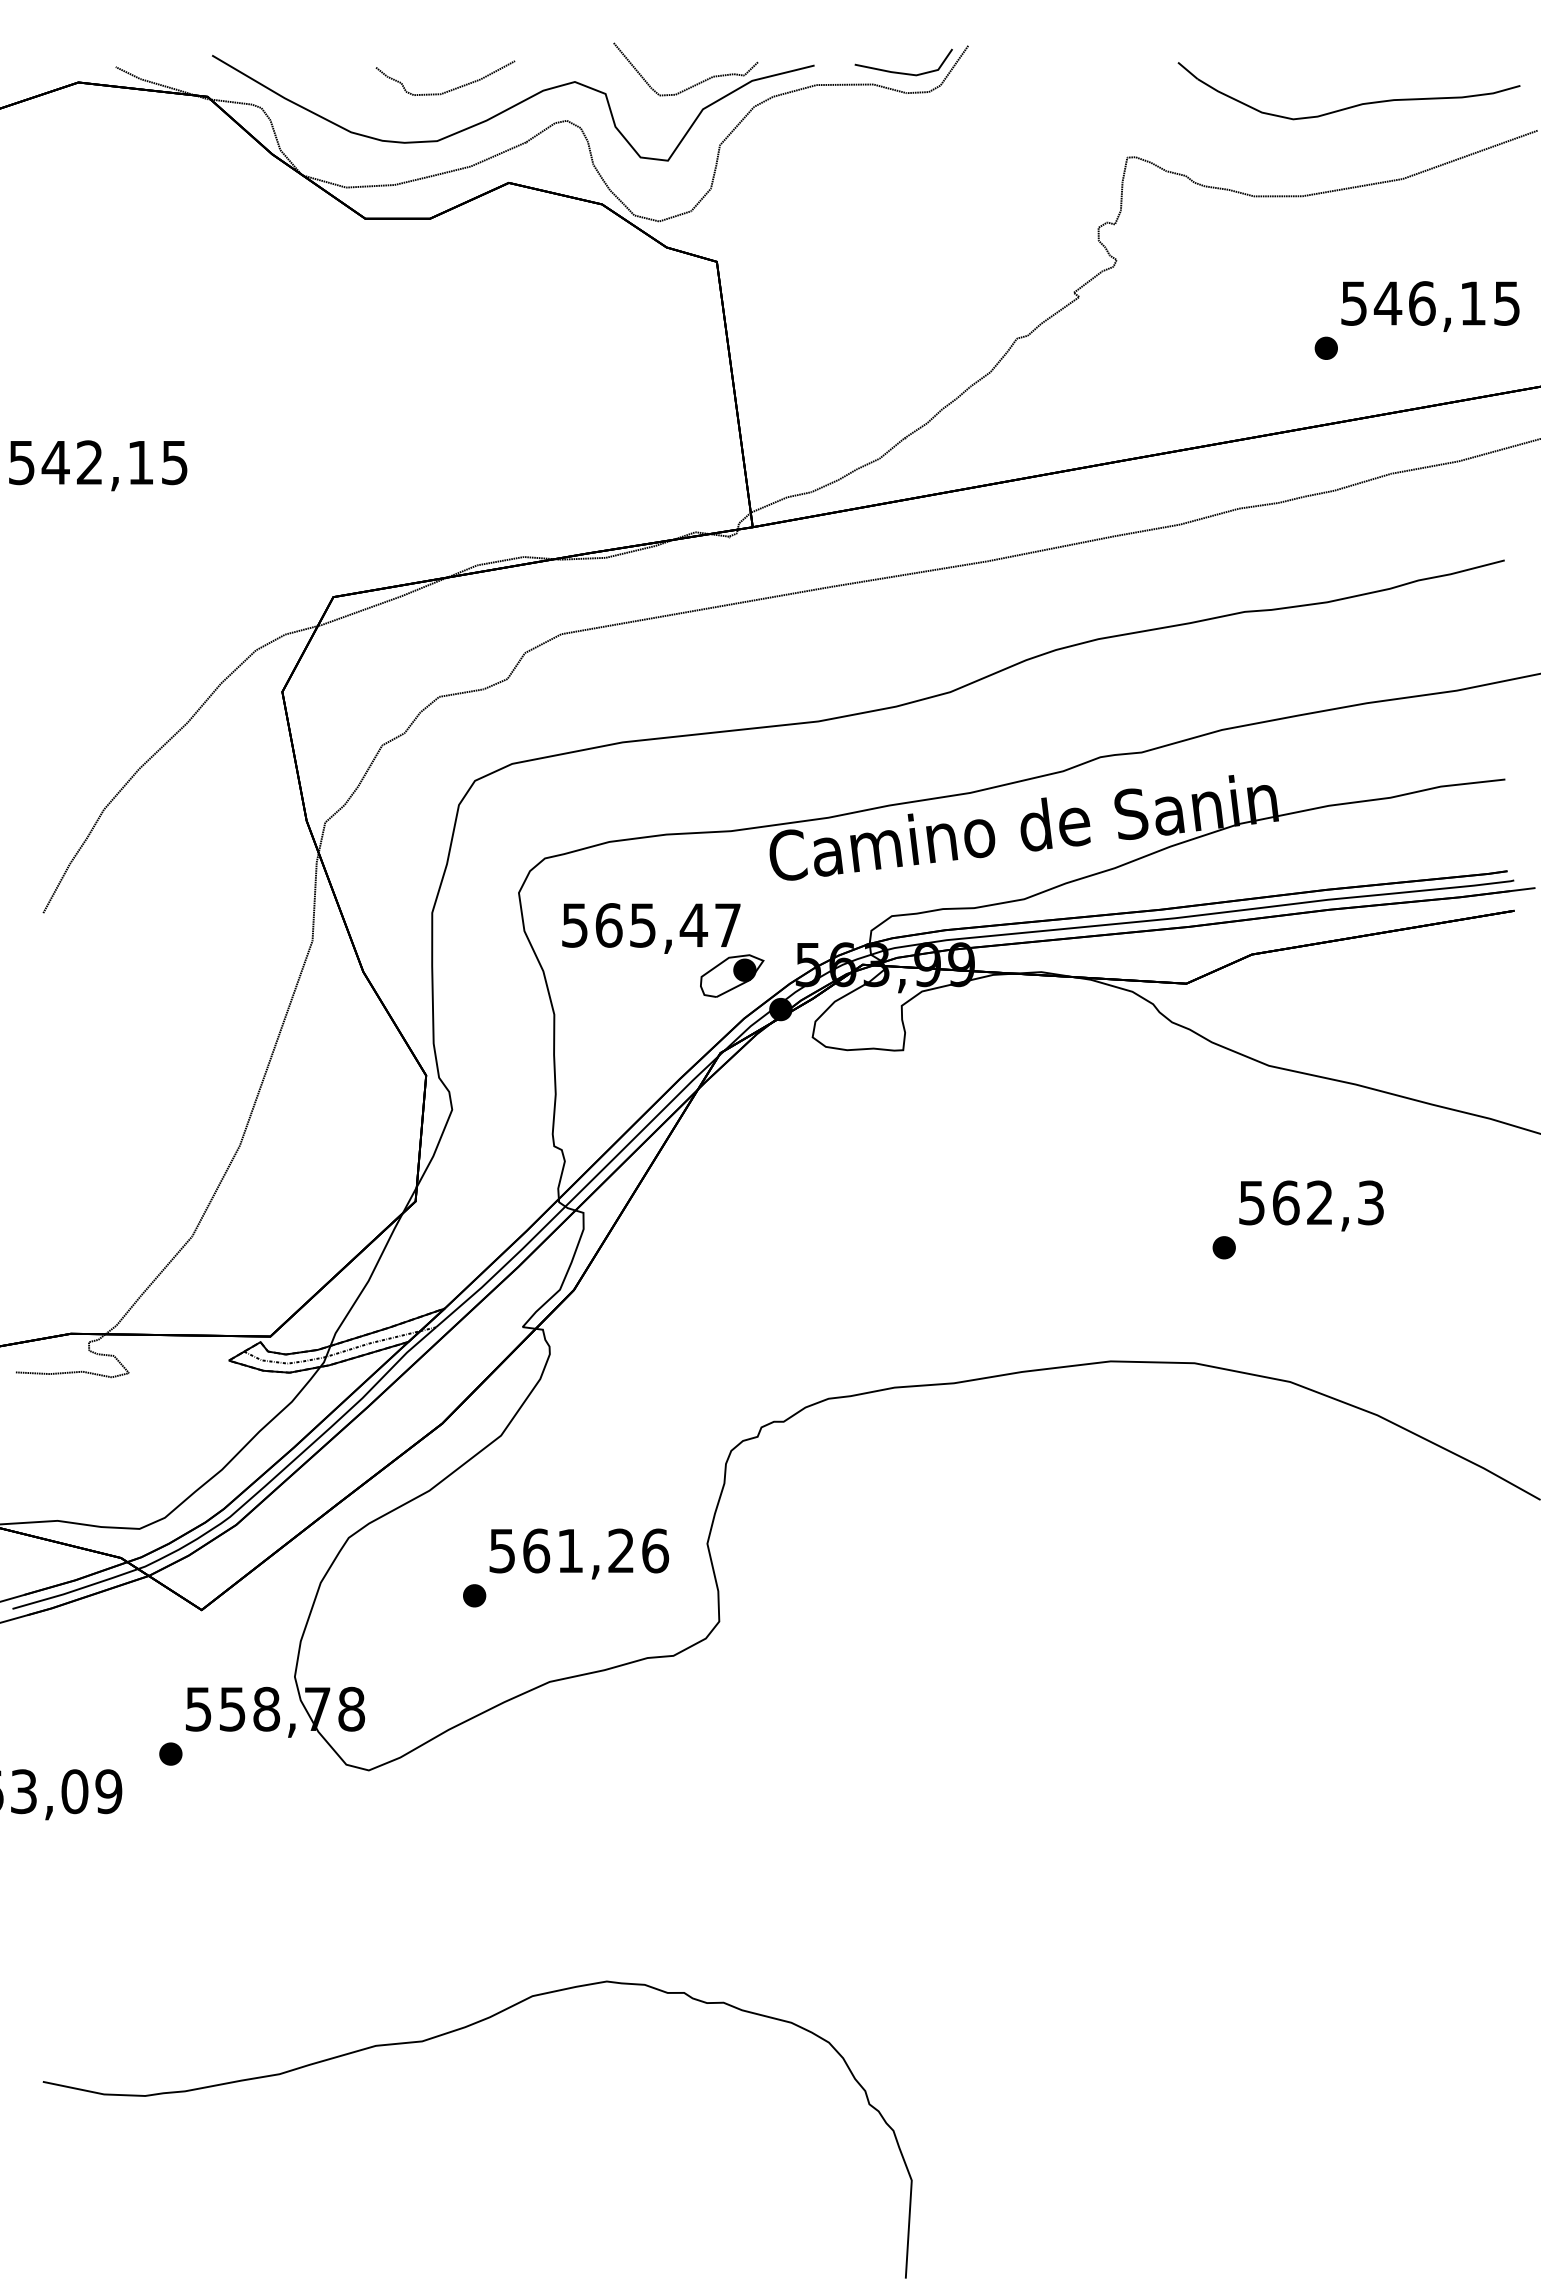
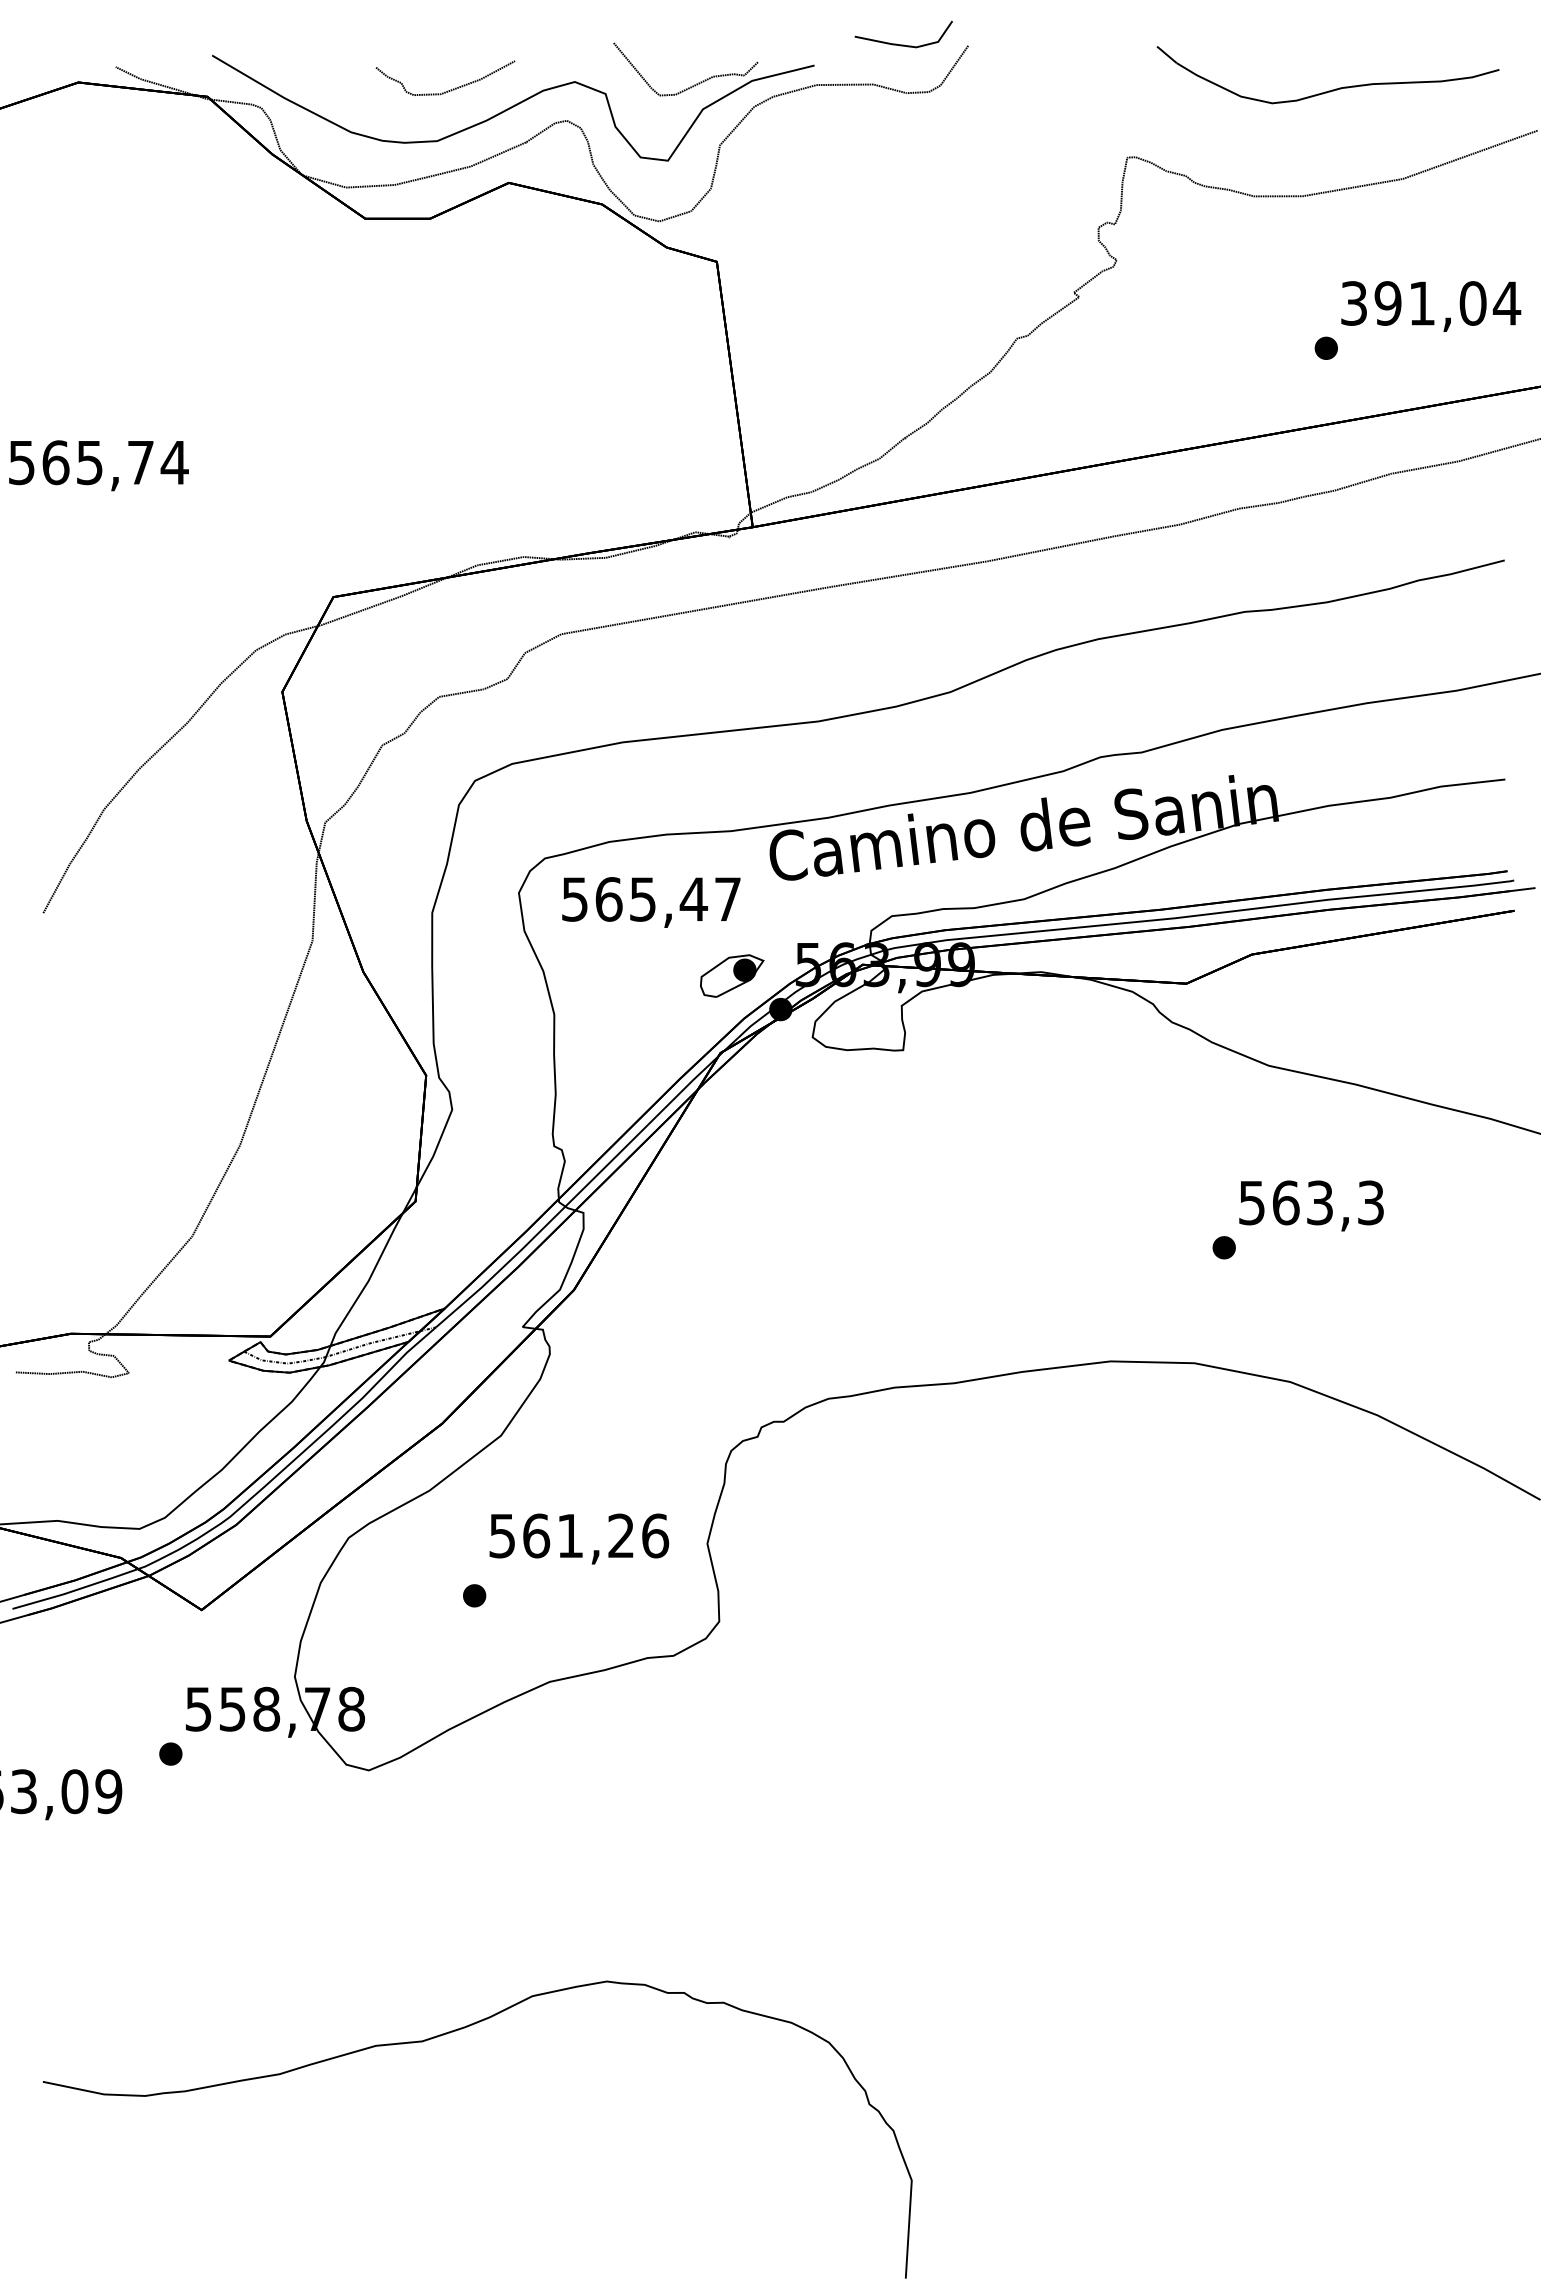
curve at (903, 72) position: (903, 72) -> (903, 44)
part at (1353, 105) position: (1353, 105) -> (1332, 89)
text at (1431, 303): 546,15 -> 391,04
text at (114, 462): 542,15 -> 565,74
text at (651, 928) position: (651, 928) -> (651, 902)
text at (1319, 1202): 562,3 -> 563,3
text at (579, 1553) position: (579, 1553) -> (579, 1538)
